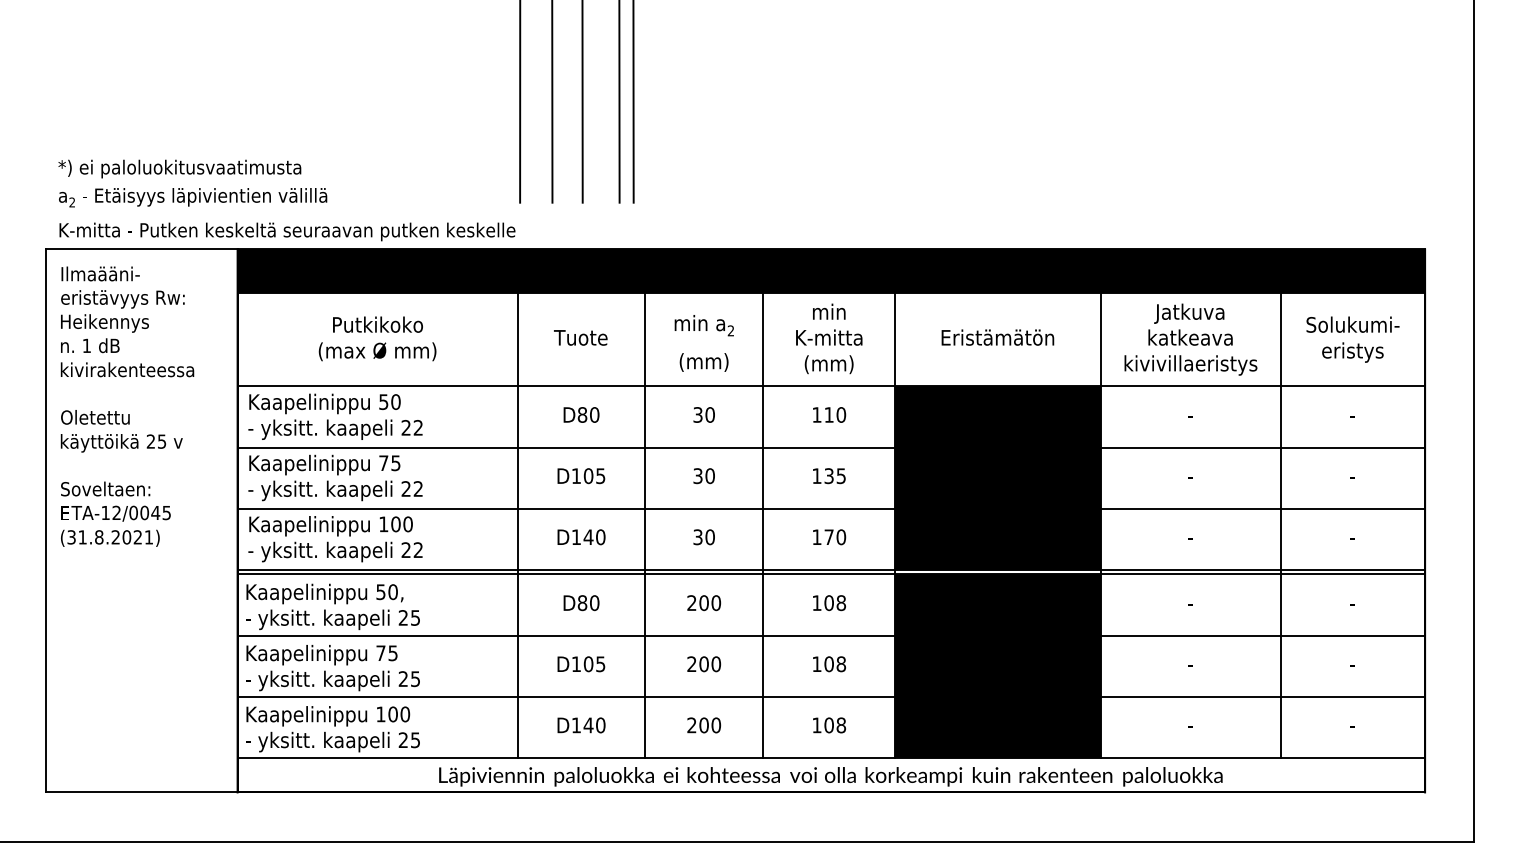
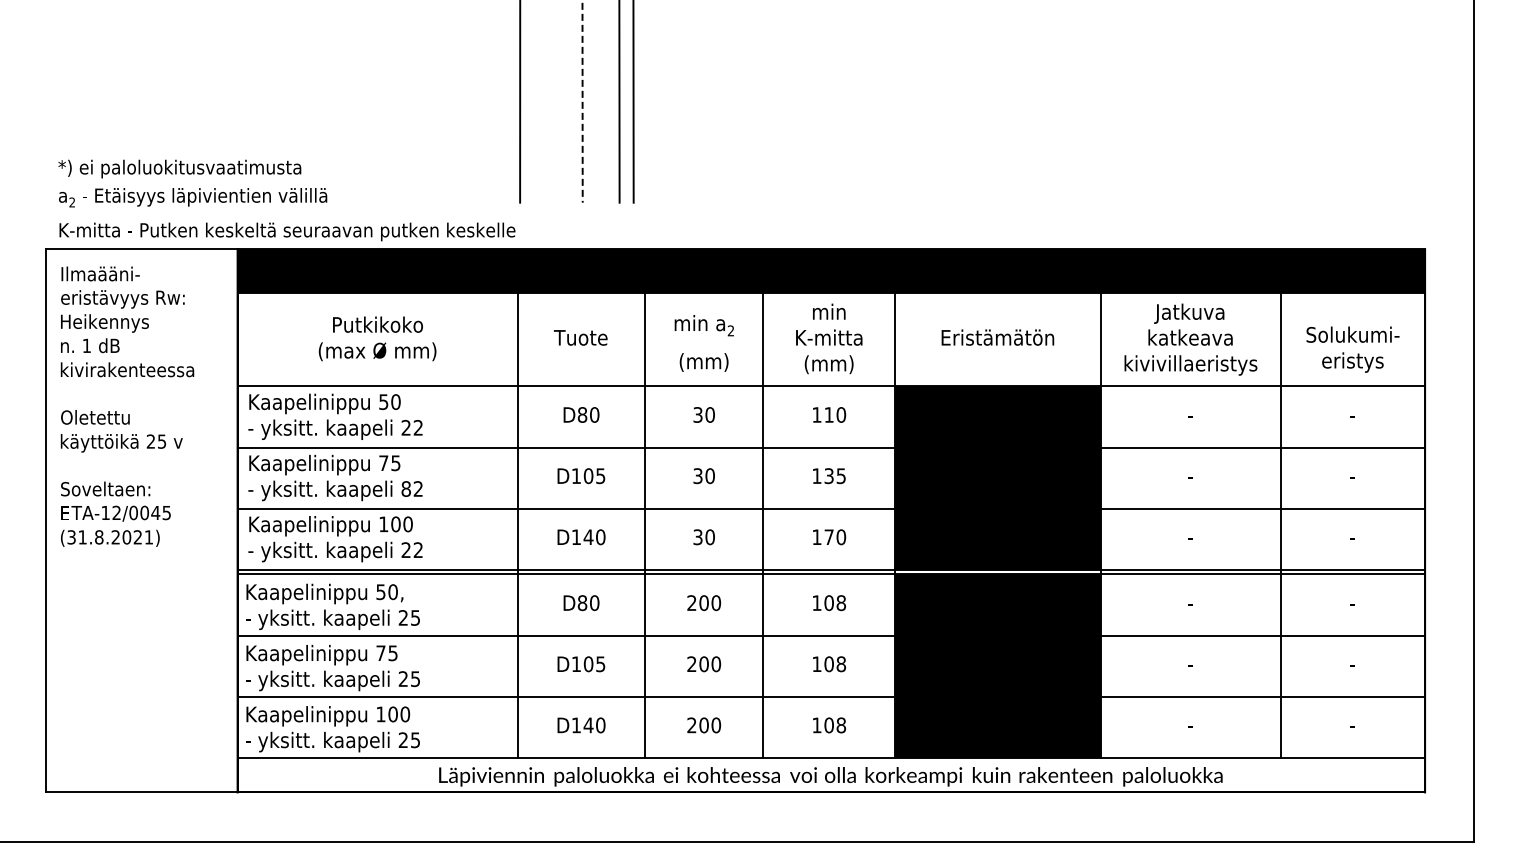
line at (582, 101): solid -> dashed
line at (552, 102): present -> none
text at (1352, 339) position: (1352, 339) -> (1352, 349)
text at (405, 488): 22 -> 82
